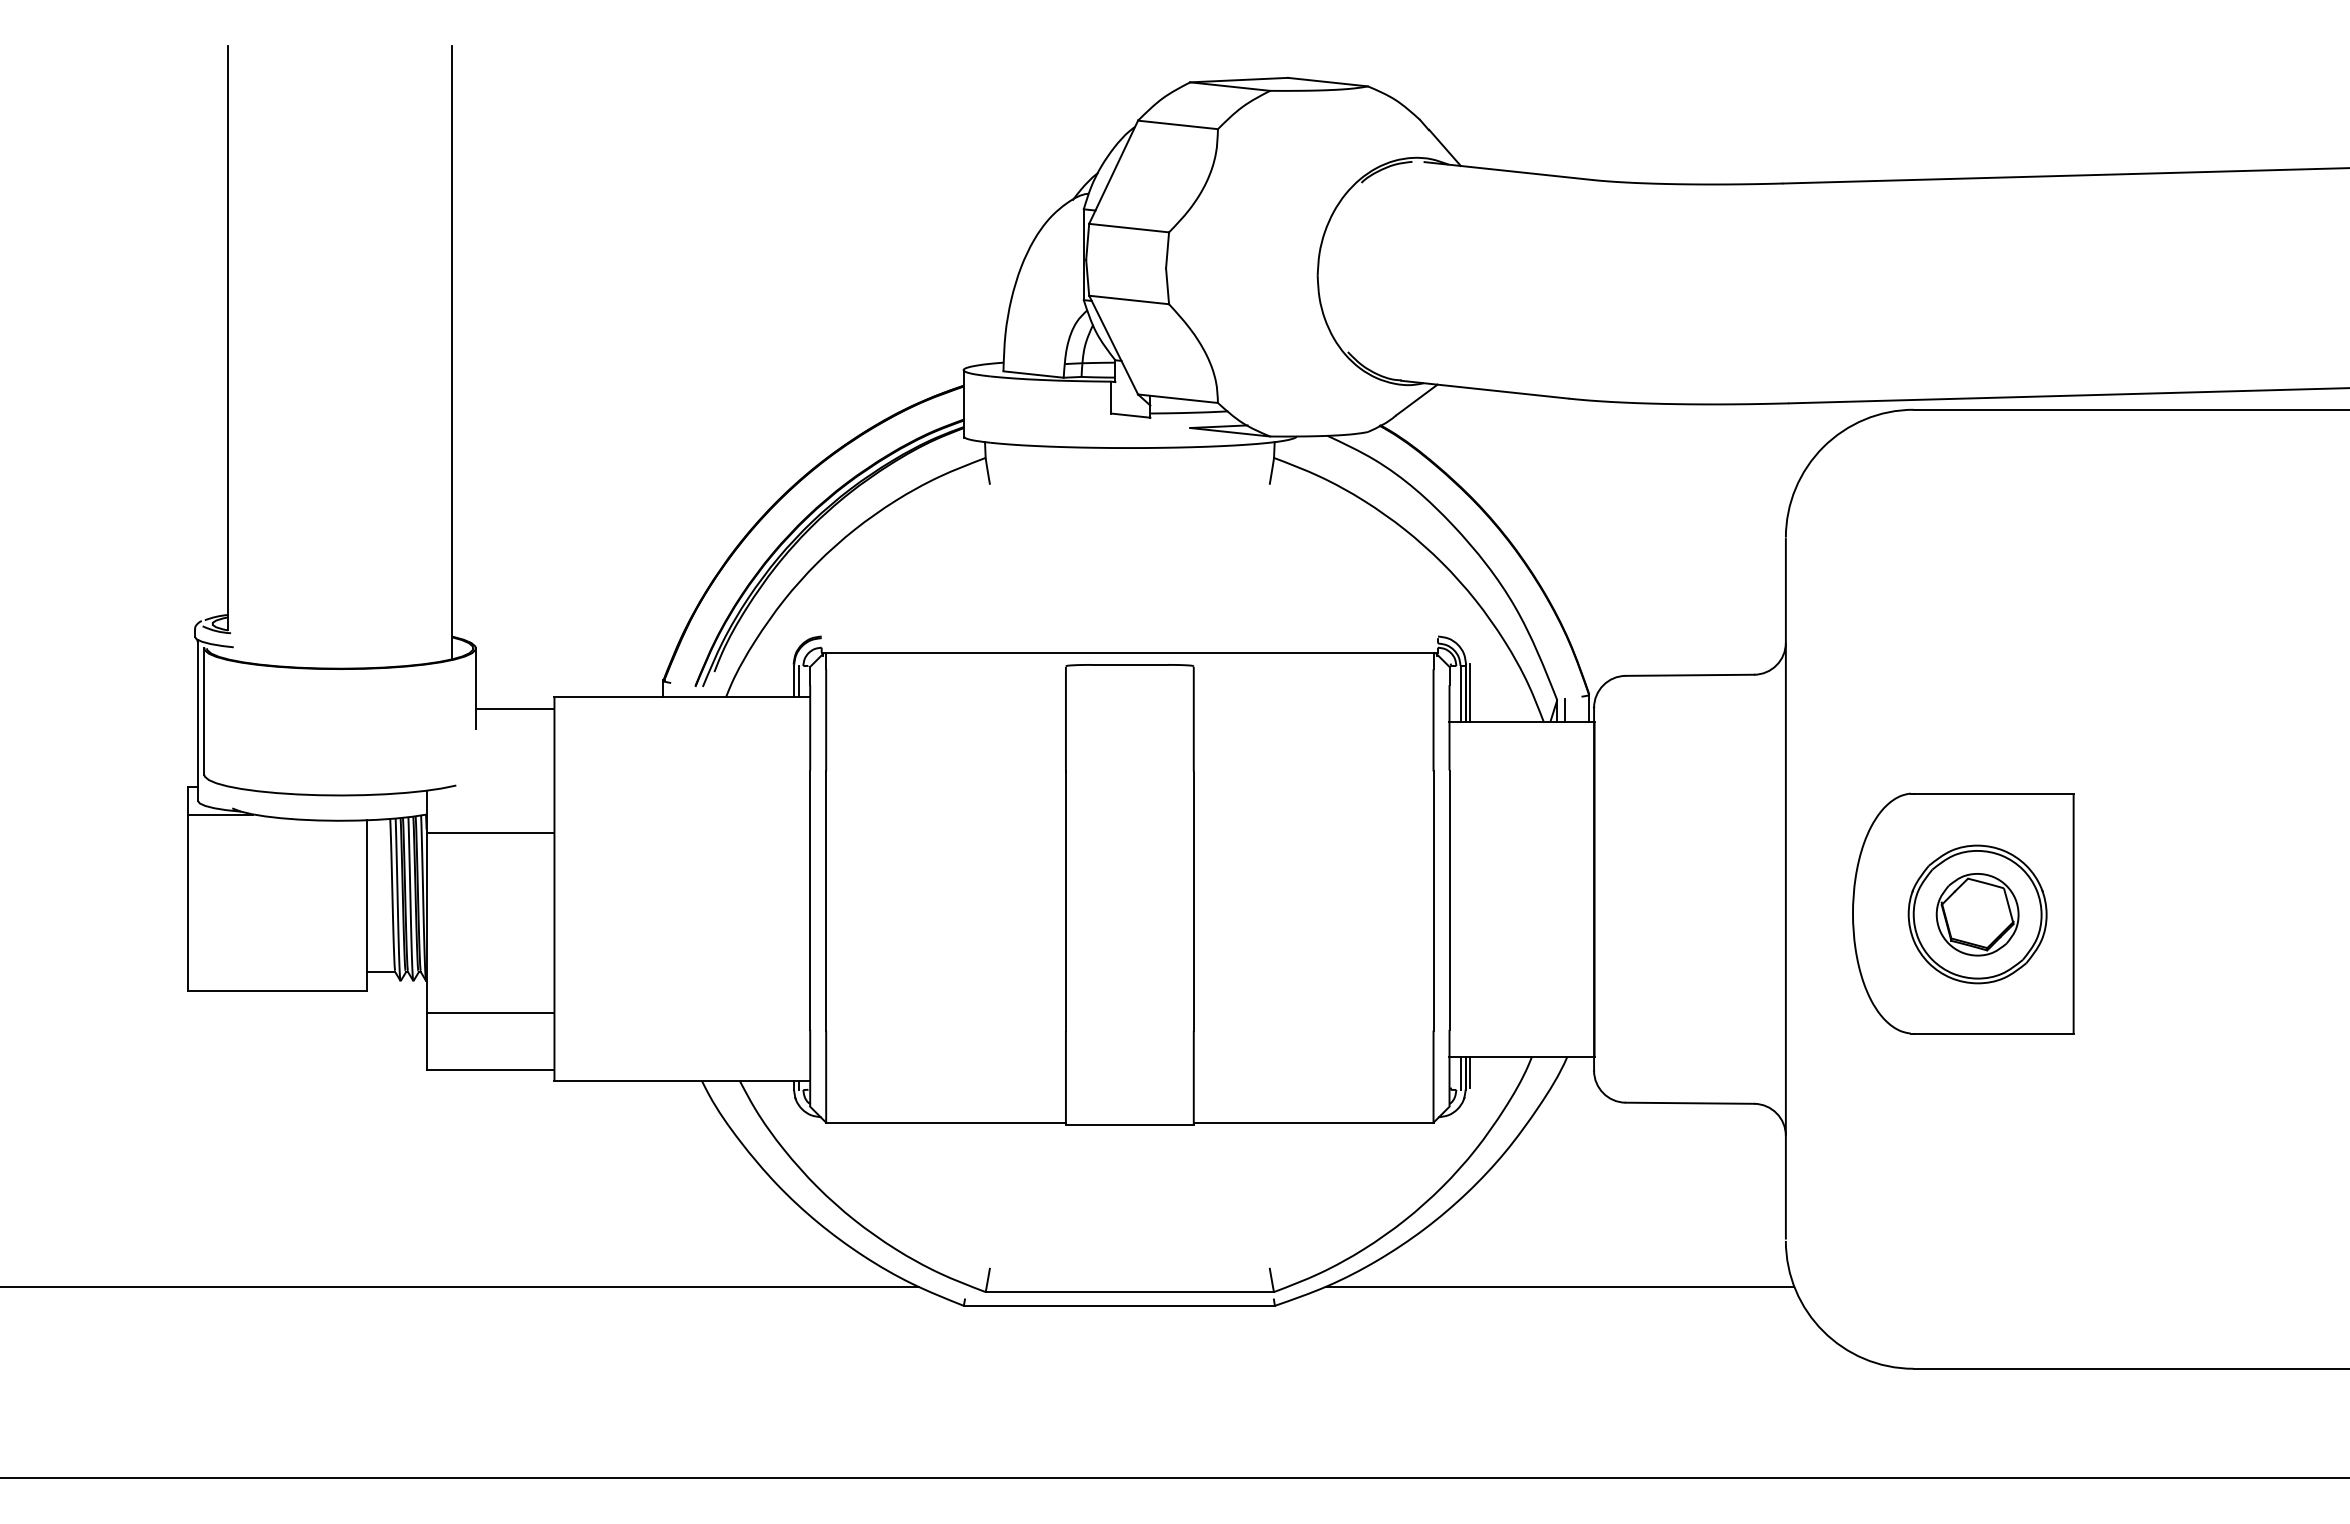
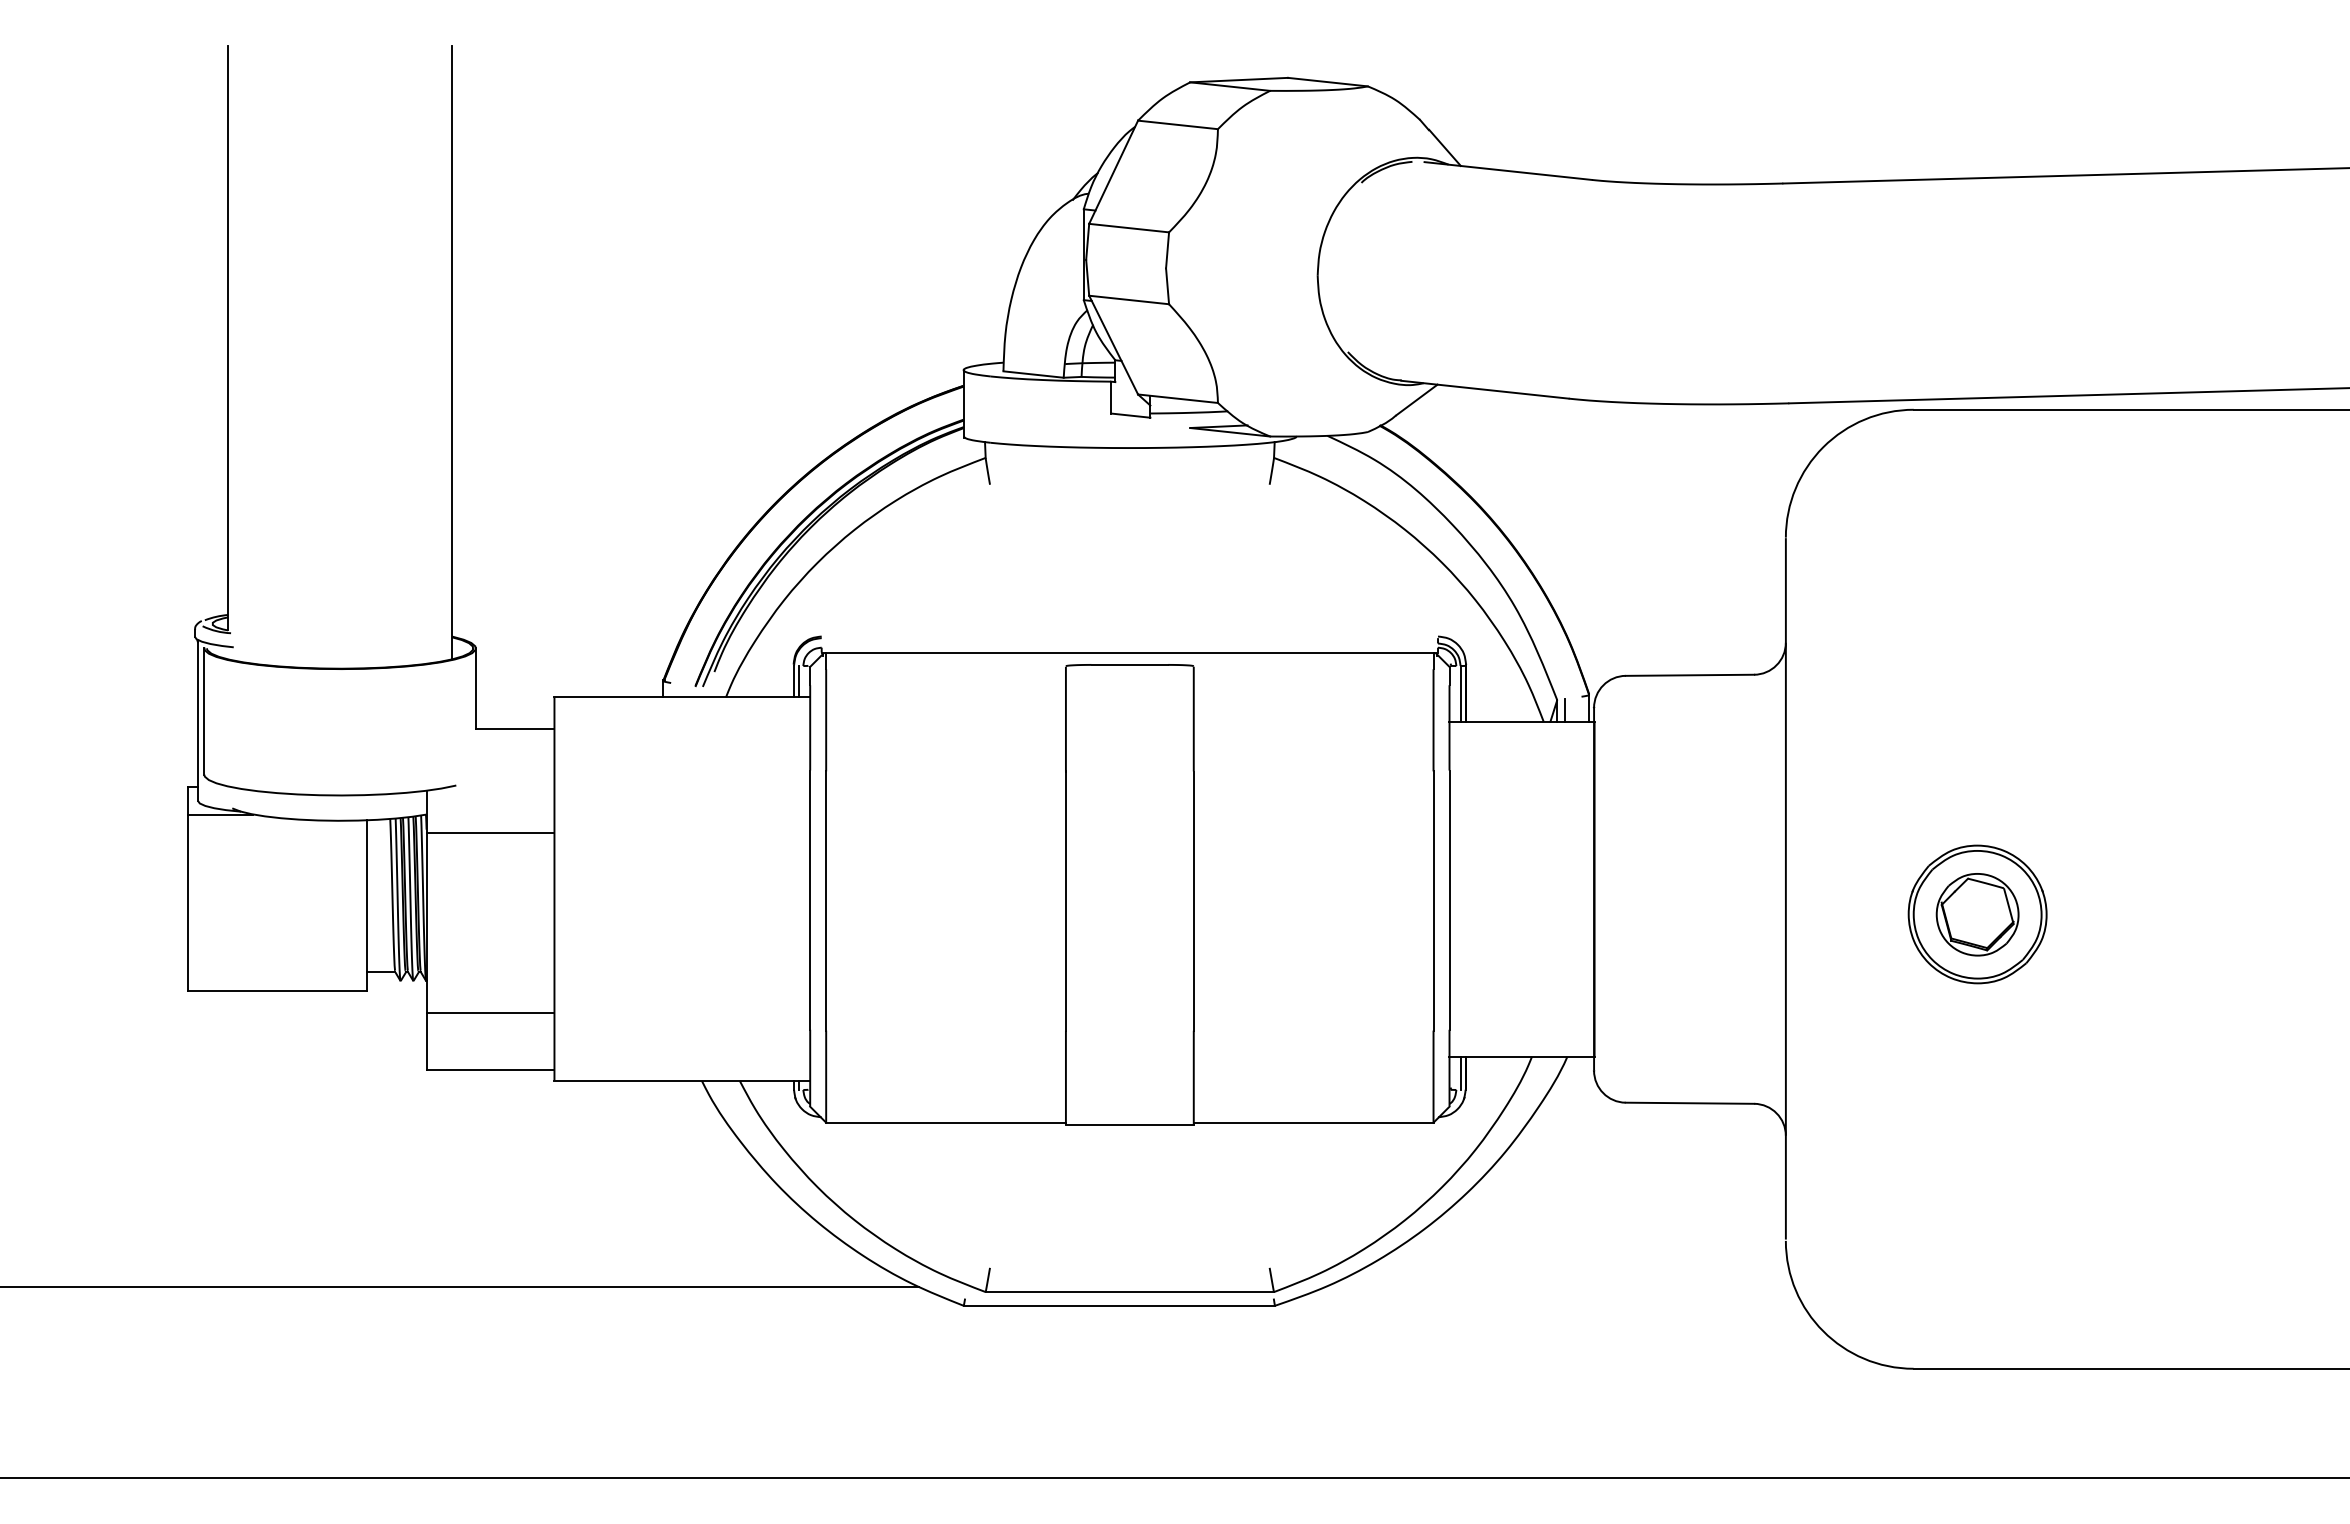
line at (1469, 692): present -> none
line at (514, 708) position: (514, 708) -> (514, 728)
part at (1963, 913): present -> none
line at (1469, 1072): present -> none
line at (1560, 1286): present -> none
